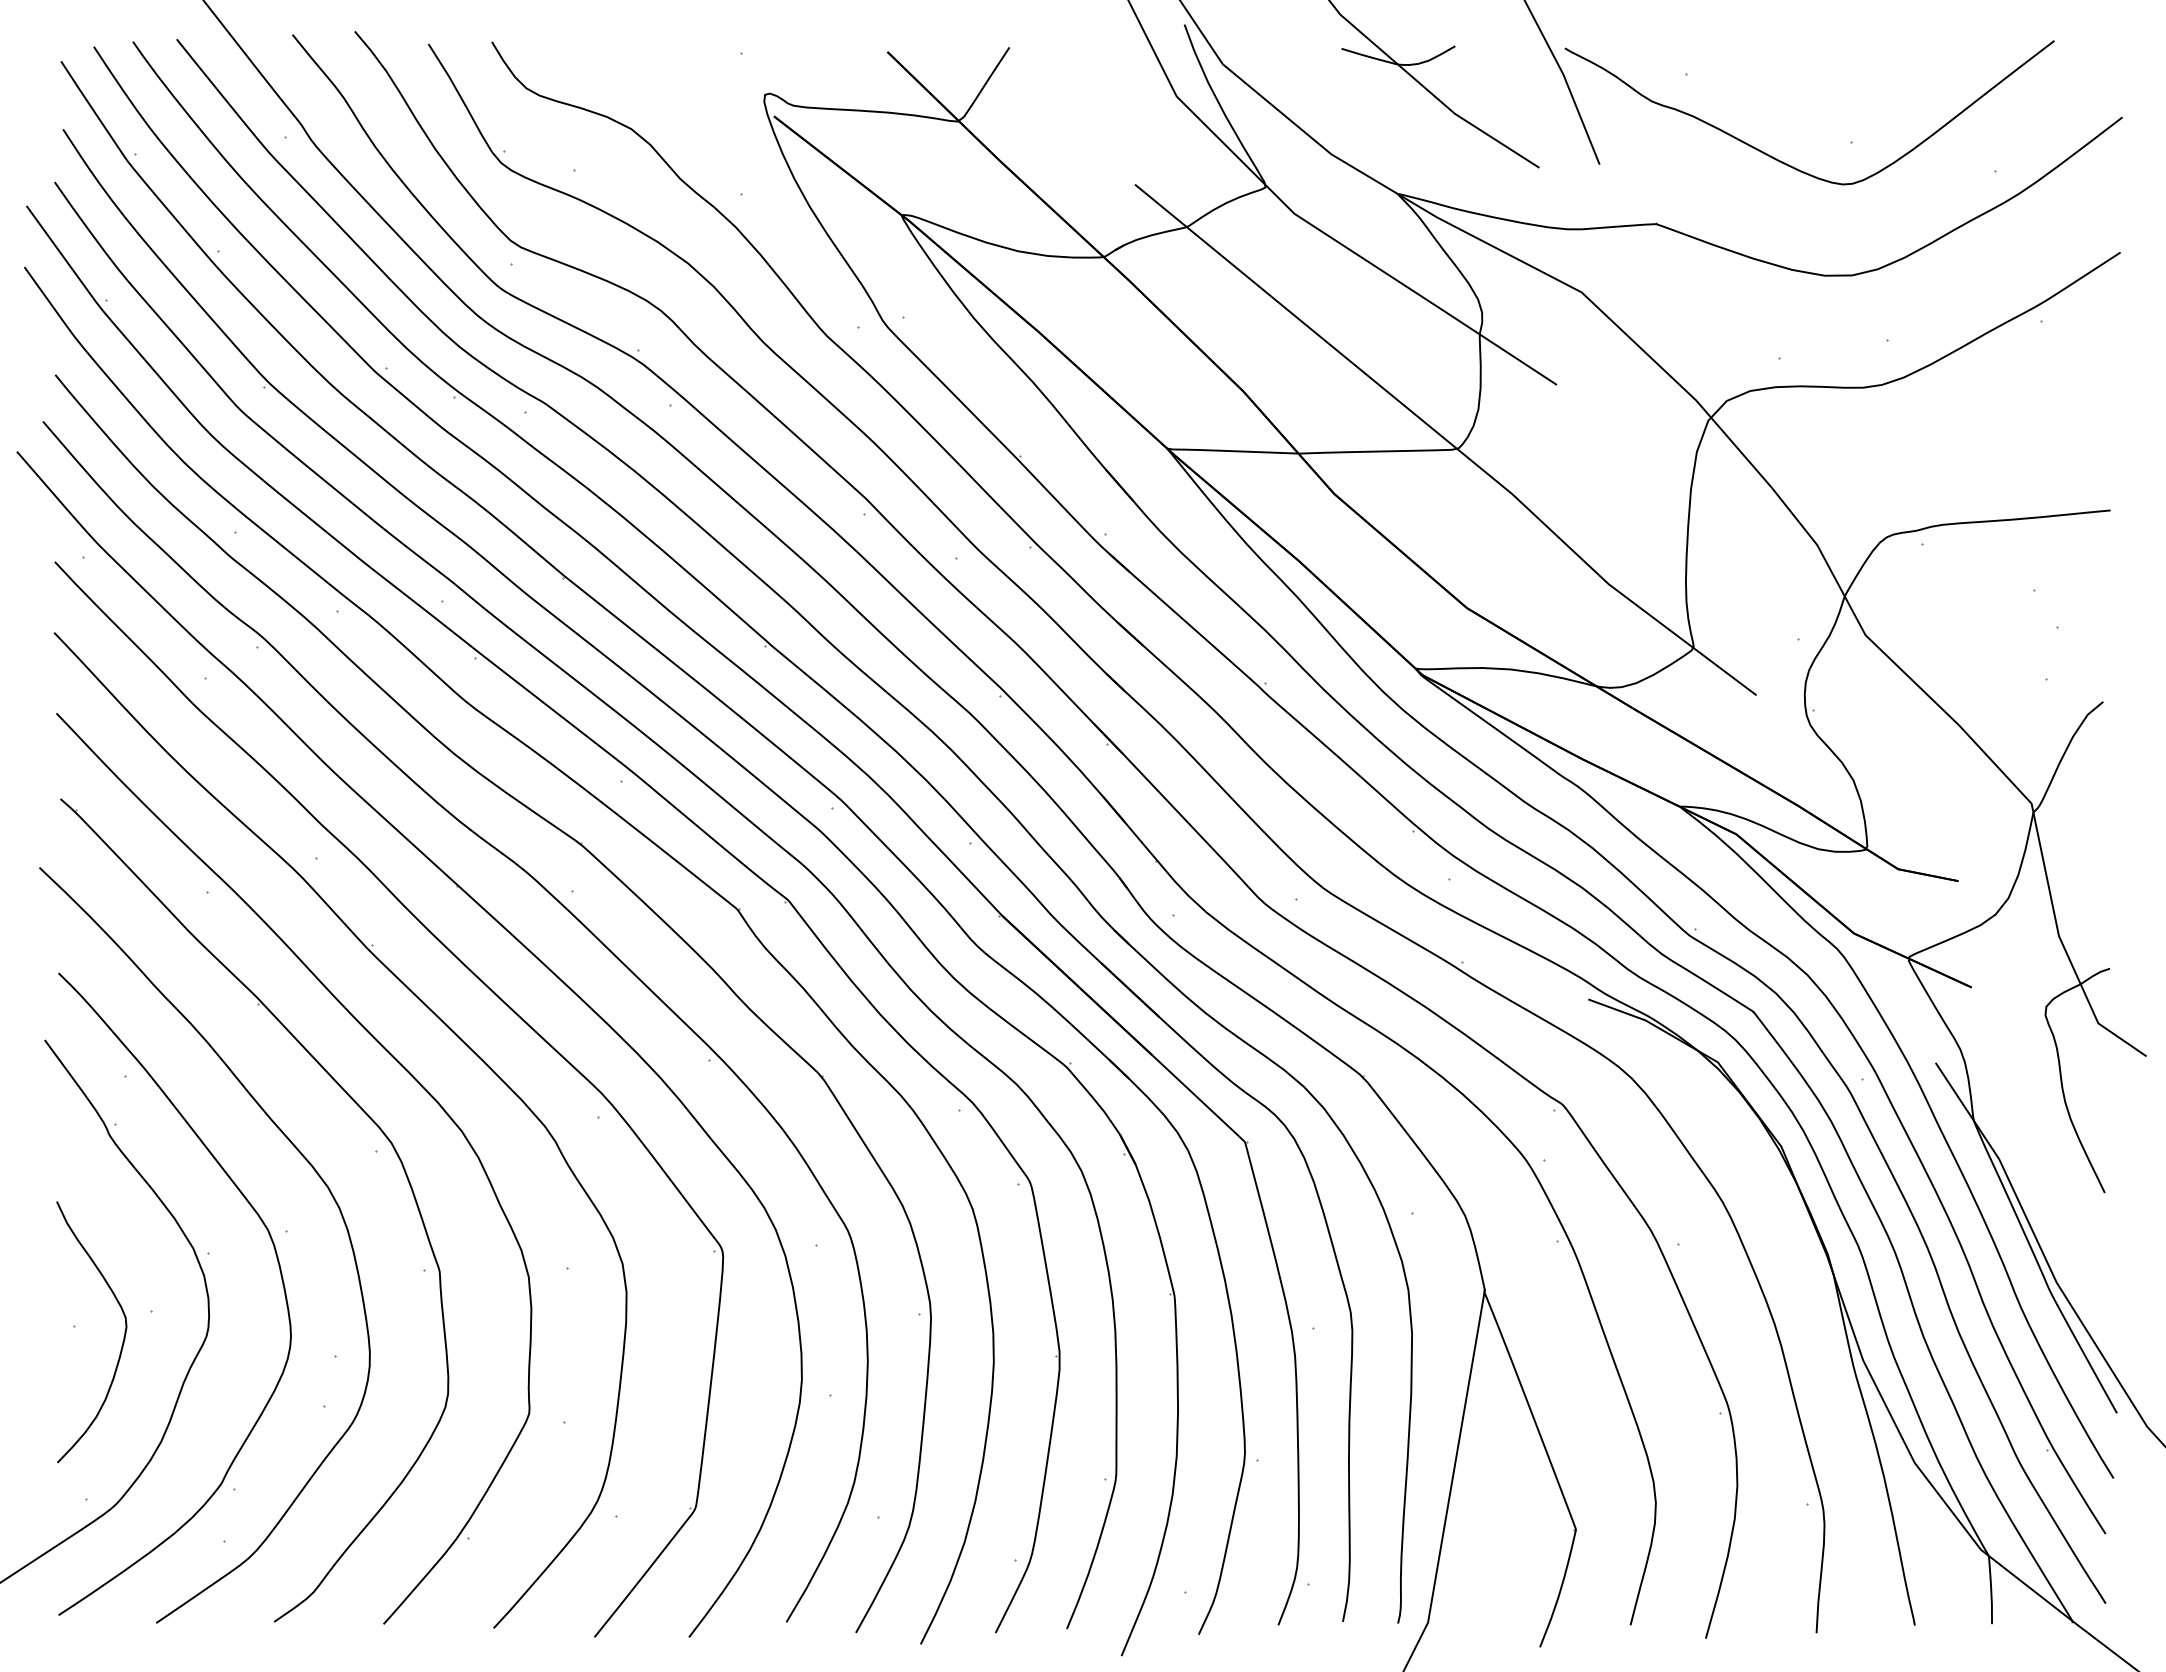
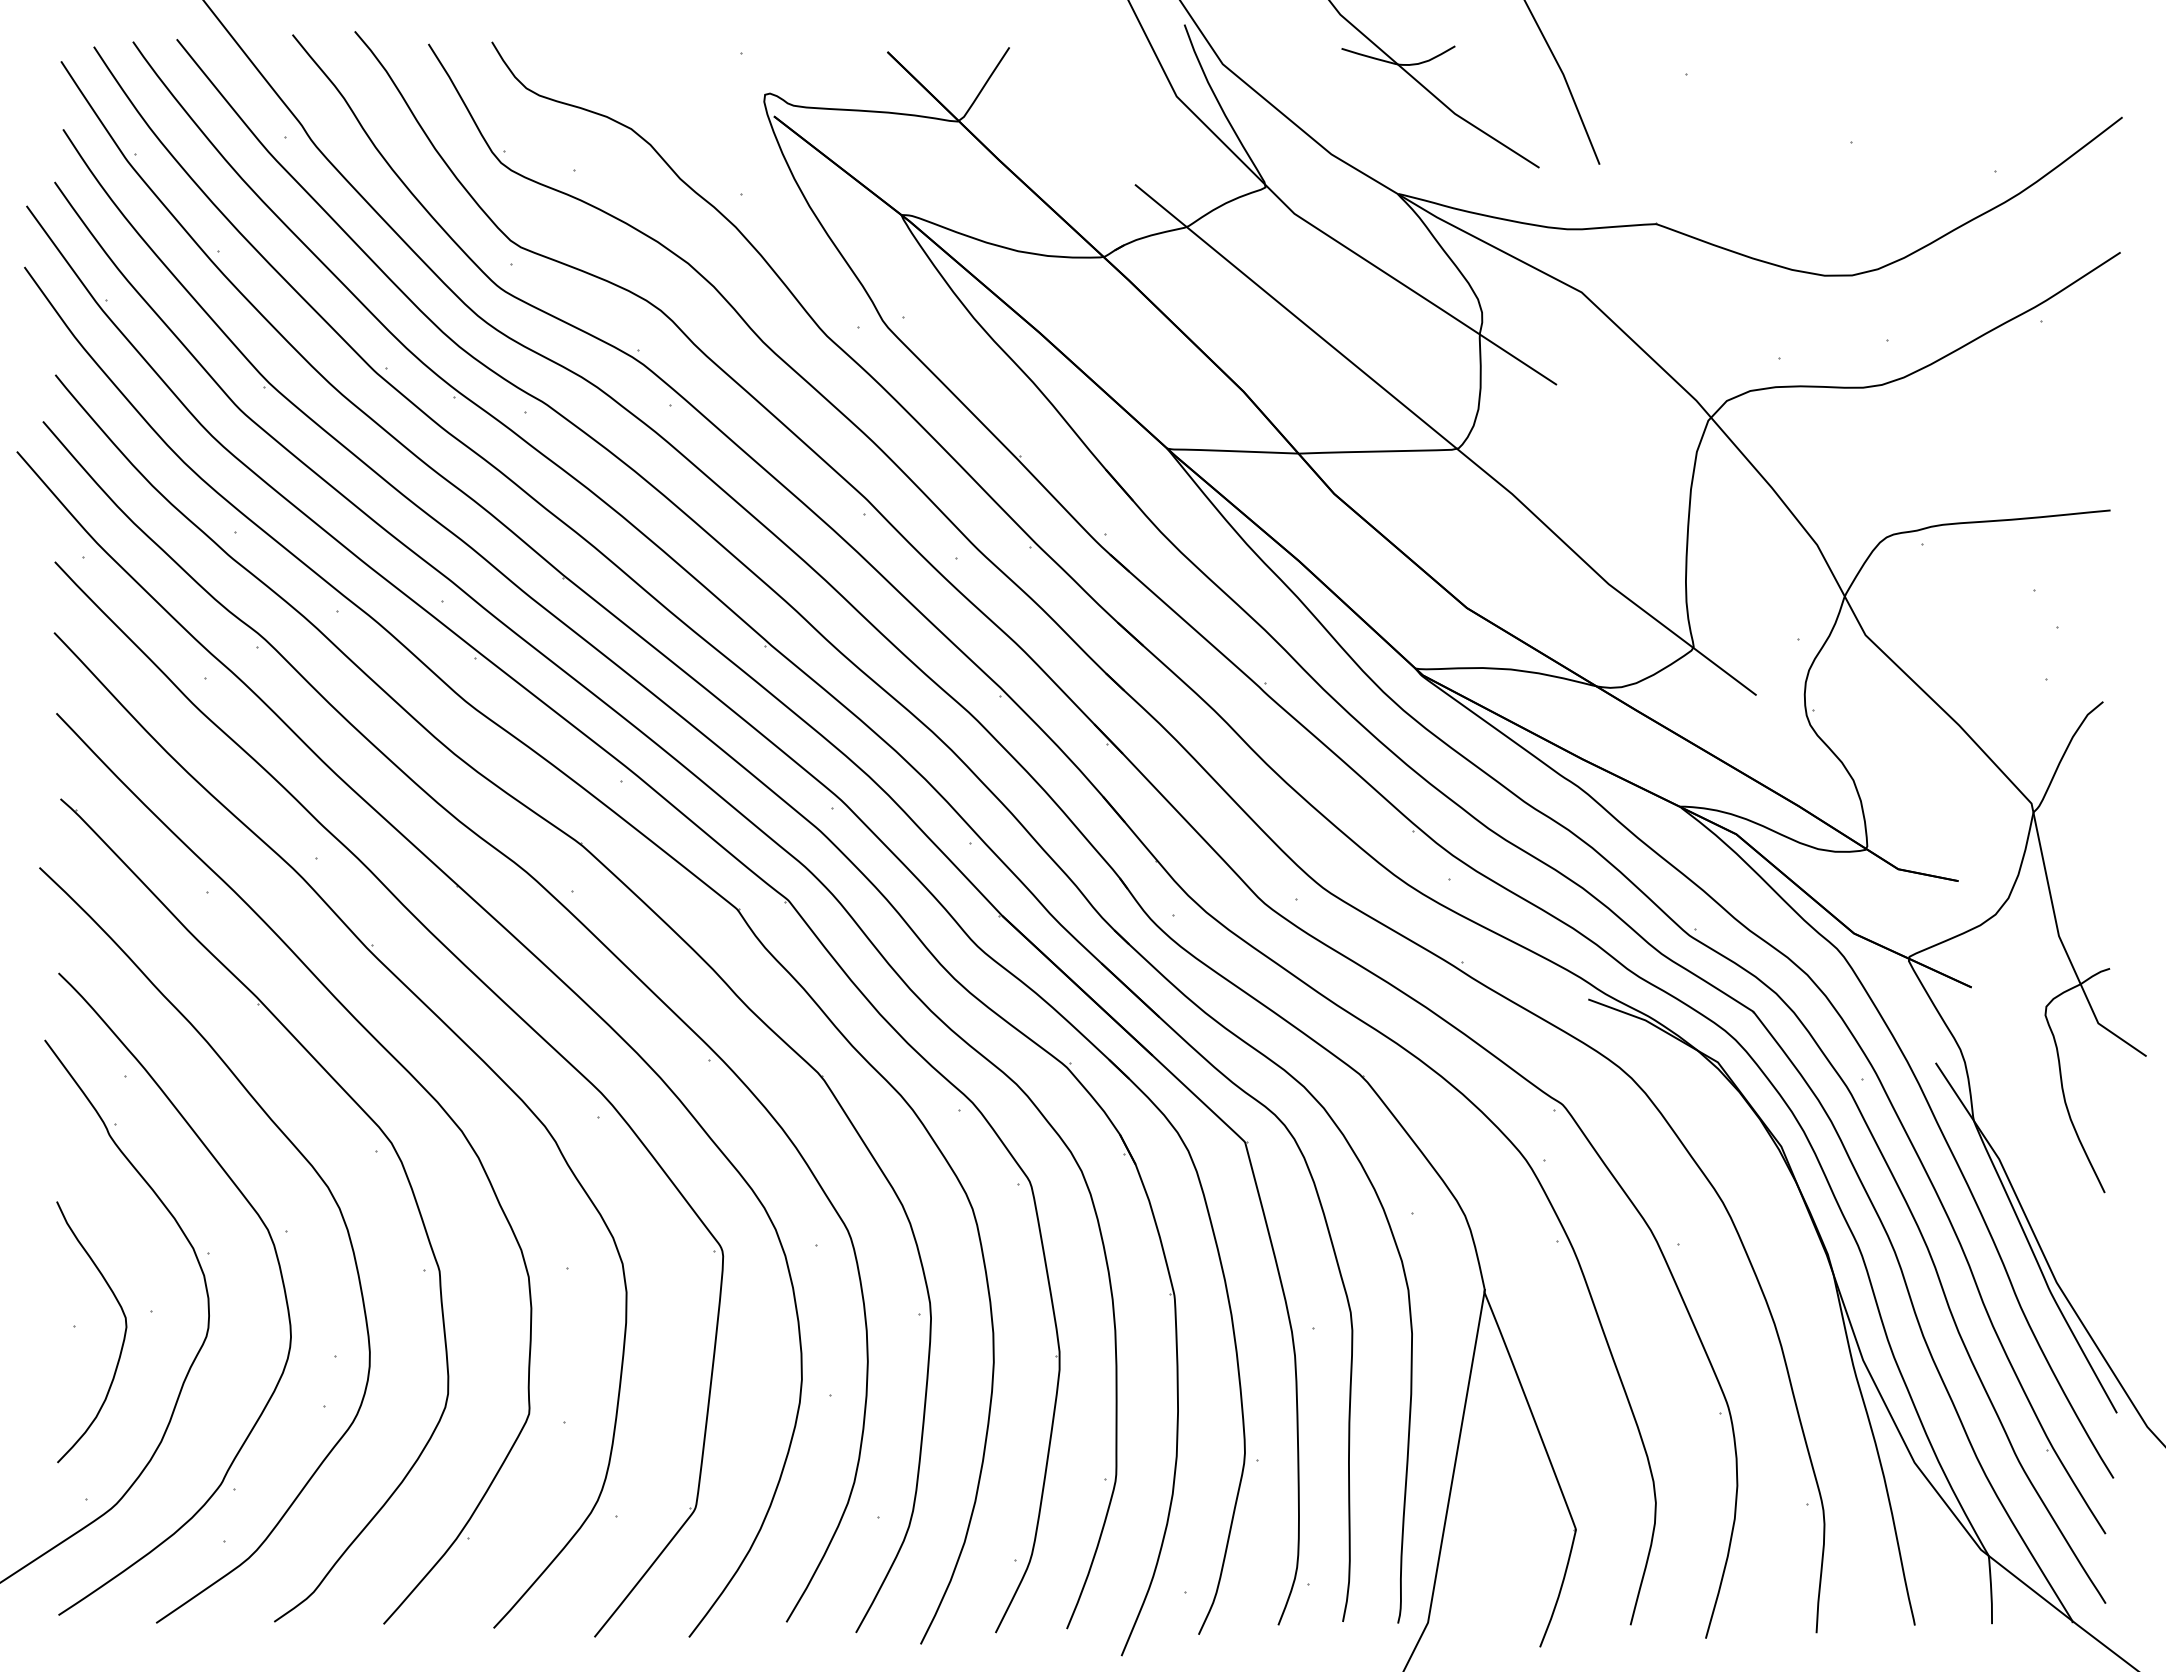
curve at (1787, 163): present -> none
